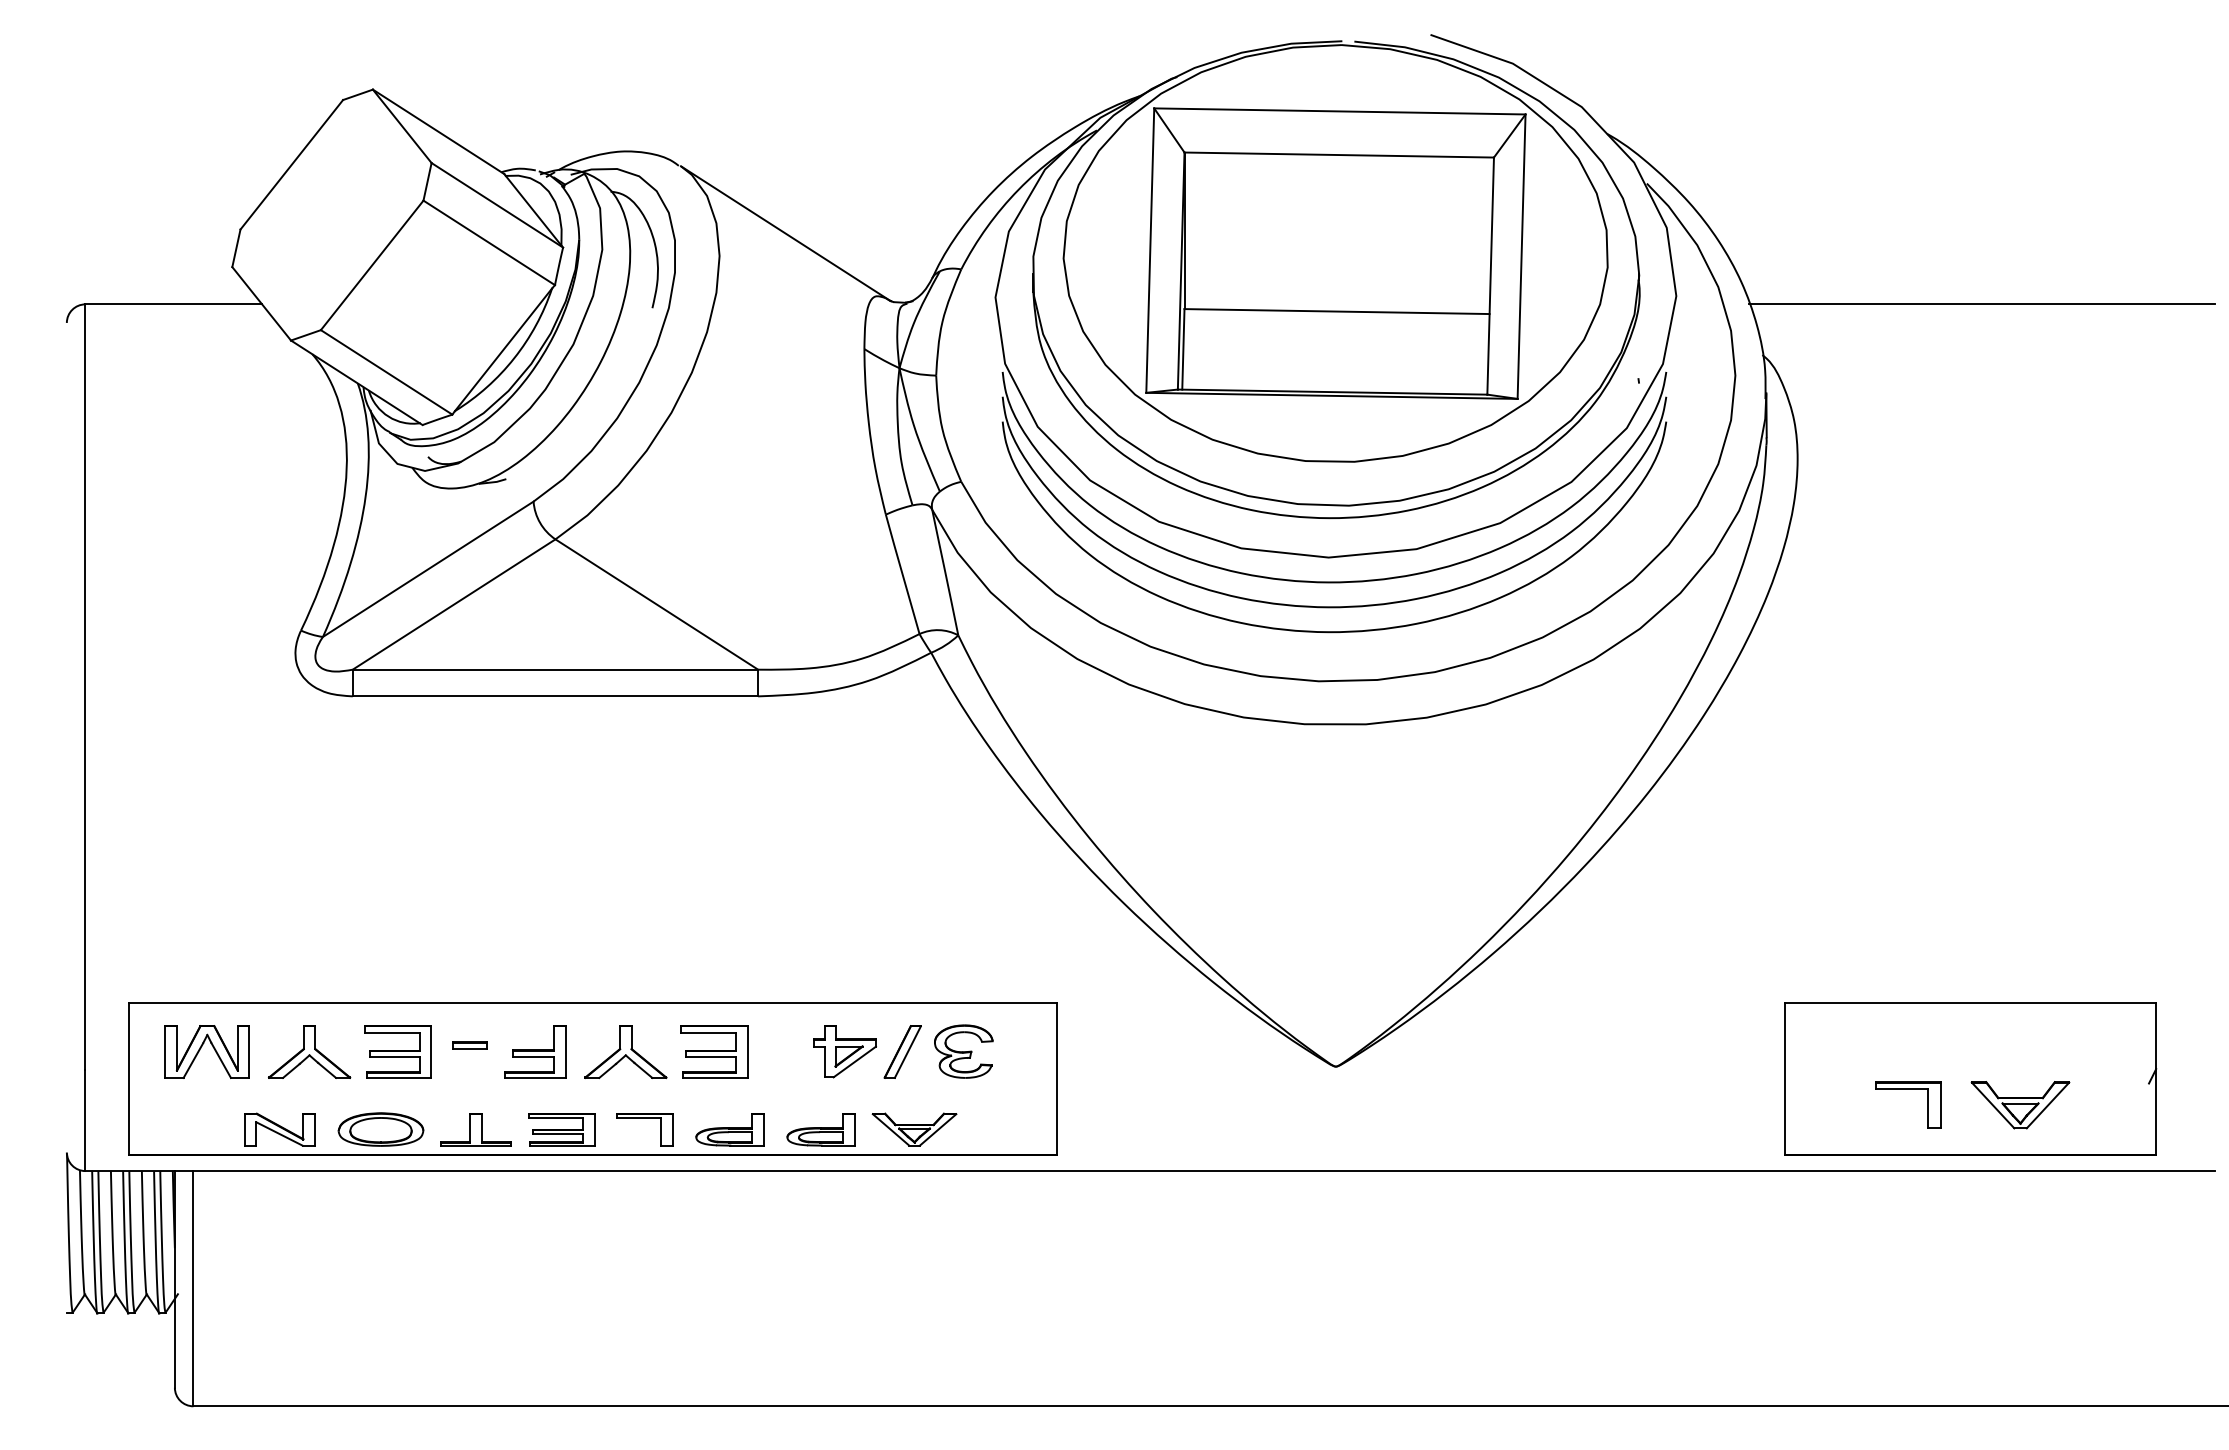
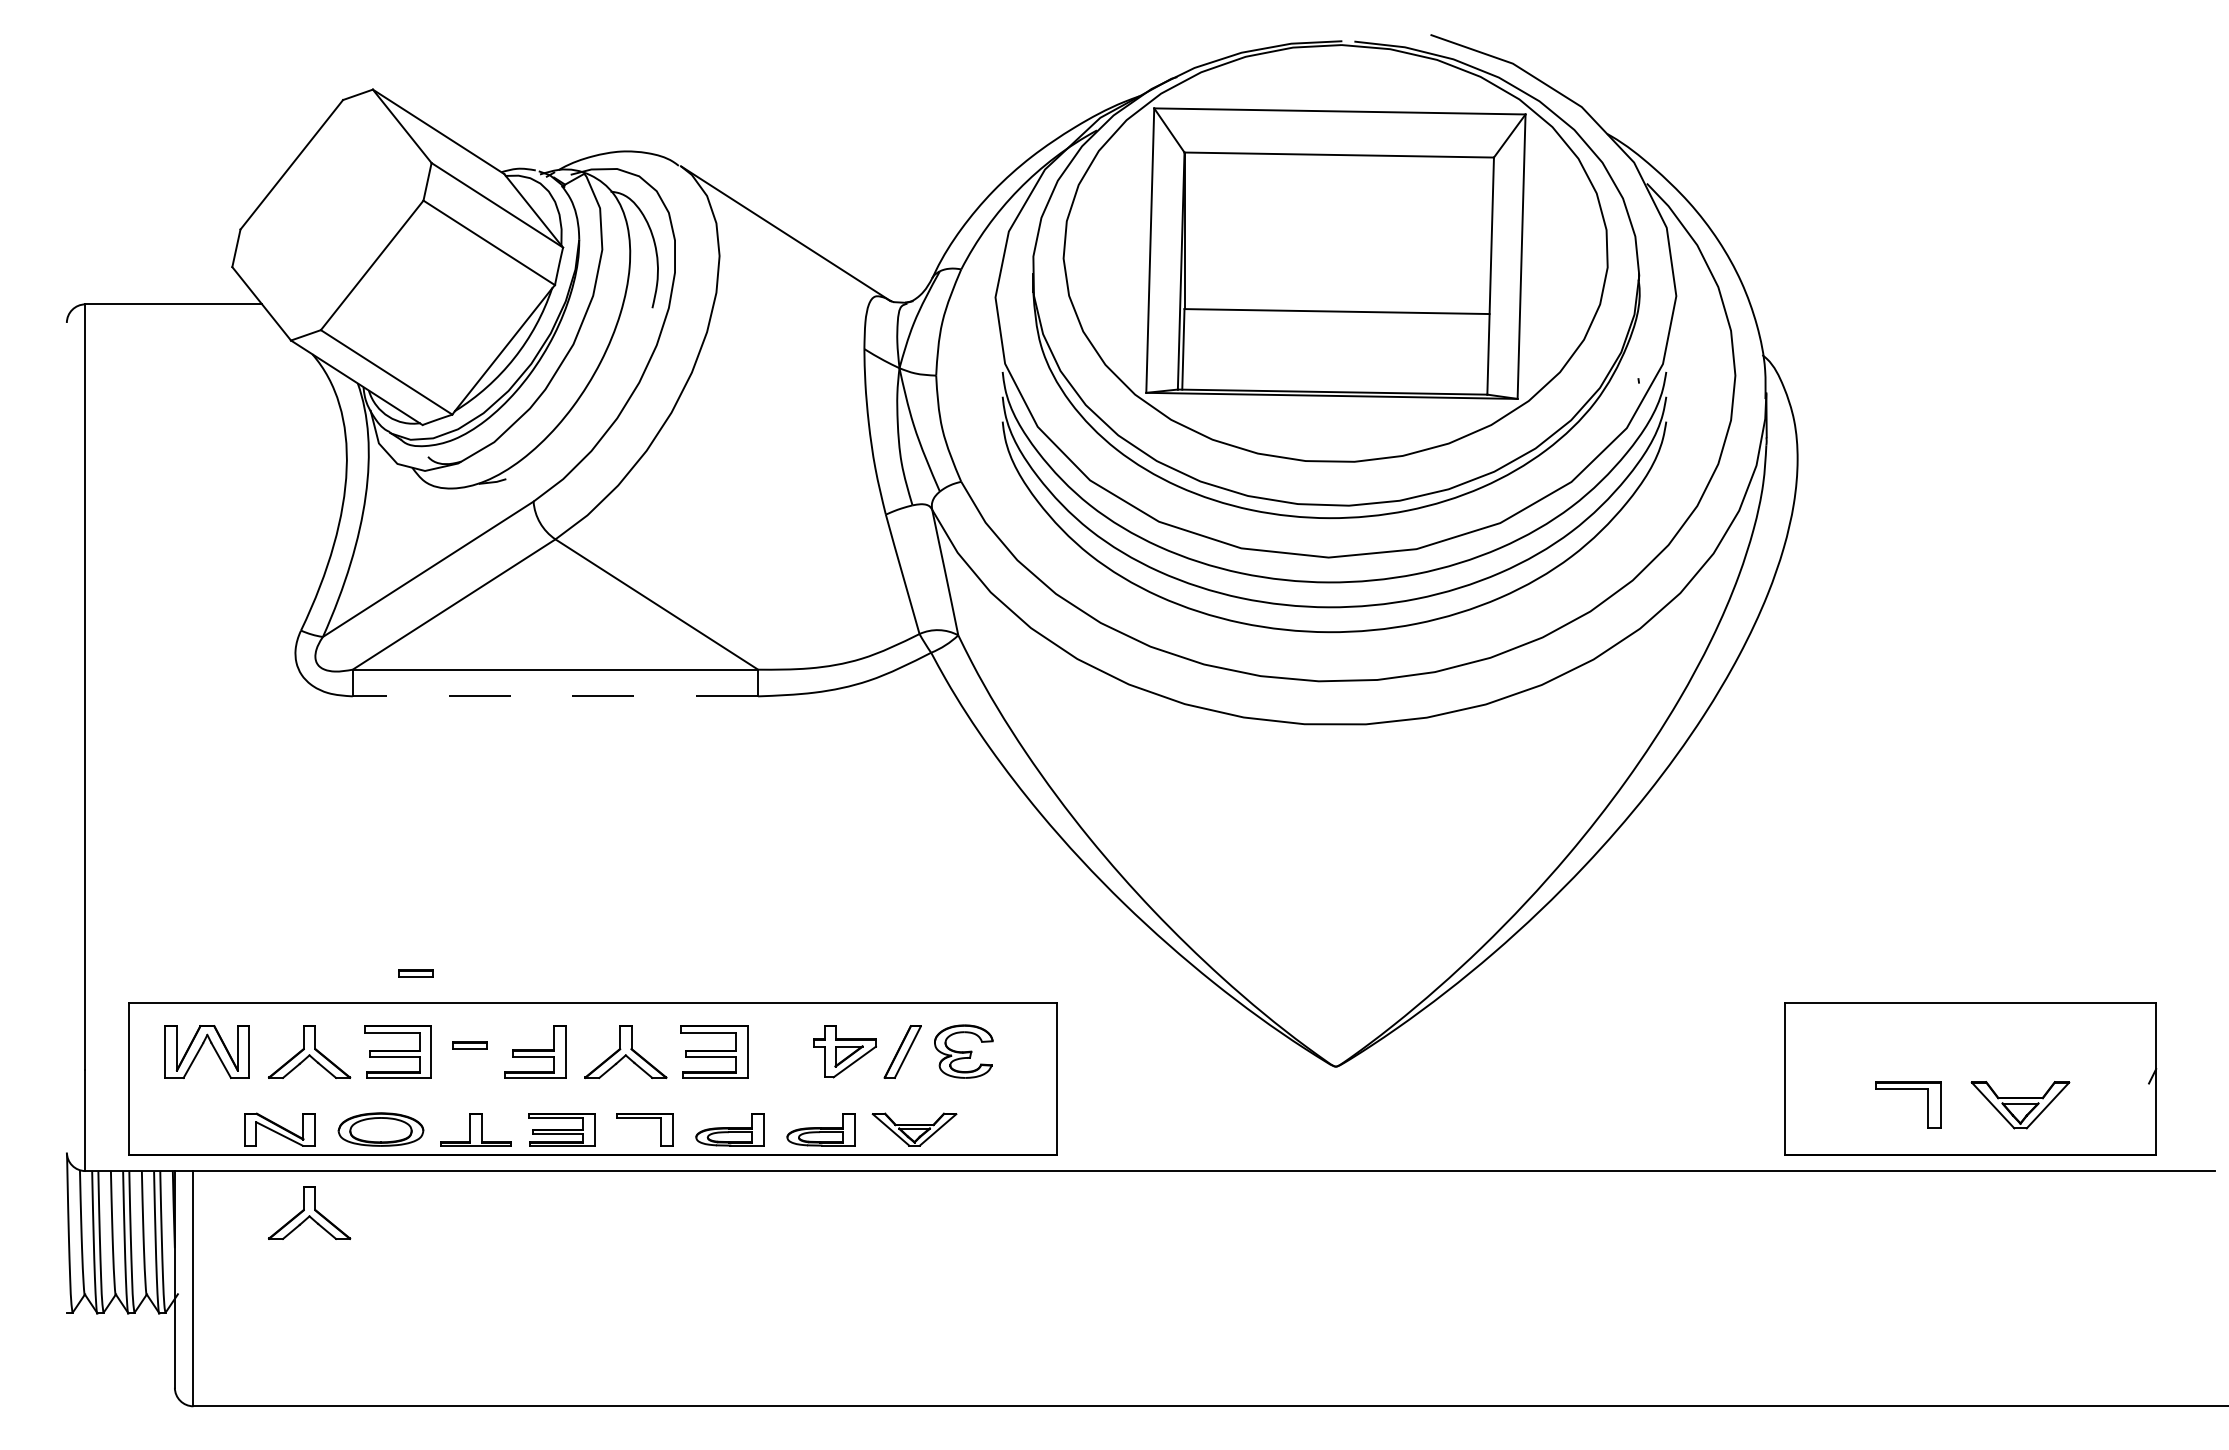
line at (1981, 304): present -> none
line at (555, 696): solid -> dashed
part at (415, 973): none -> present
part at (309, 1212): none -> present
